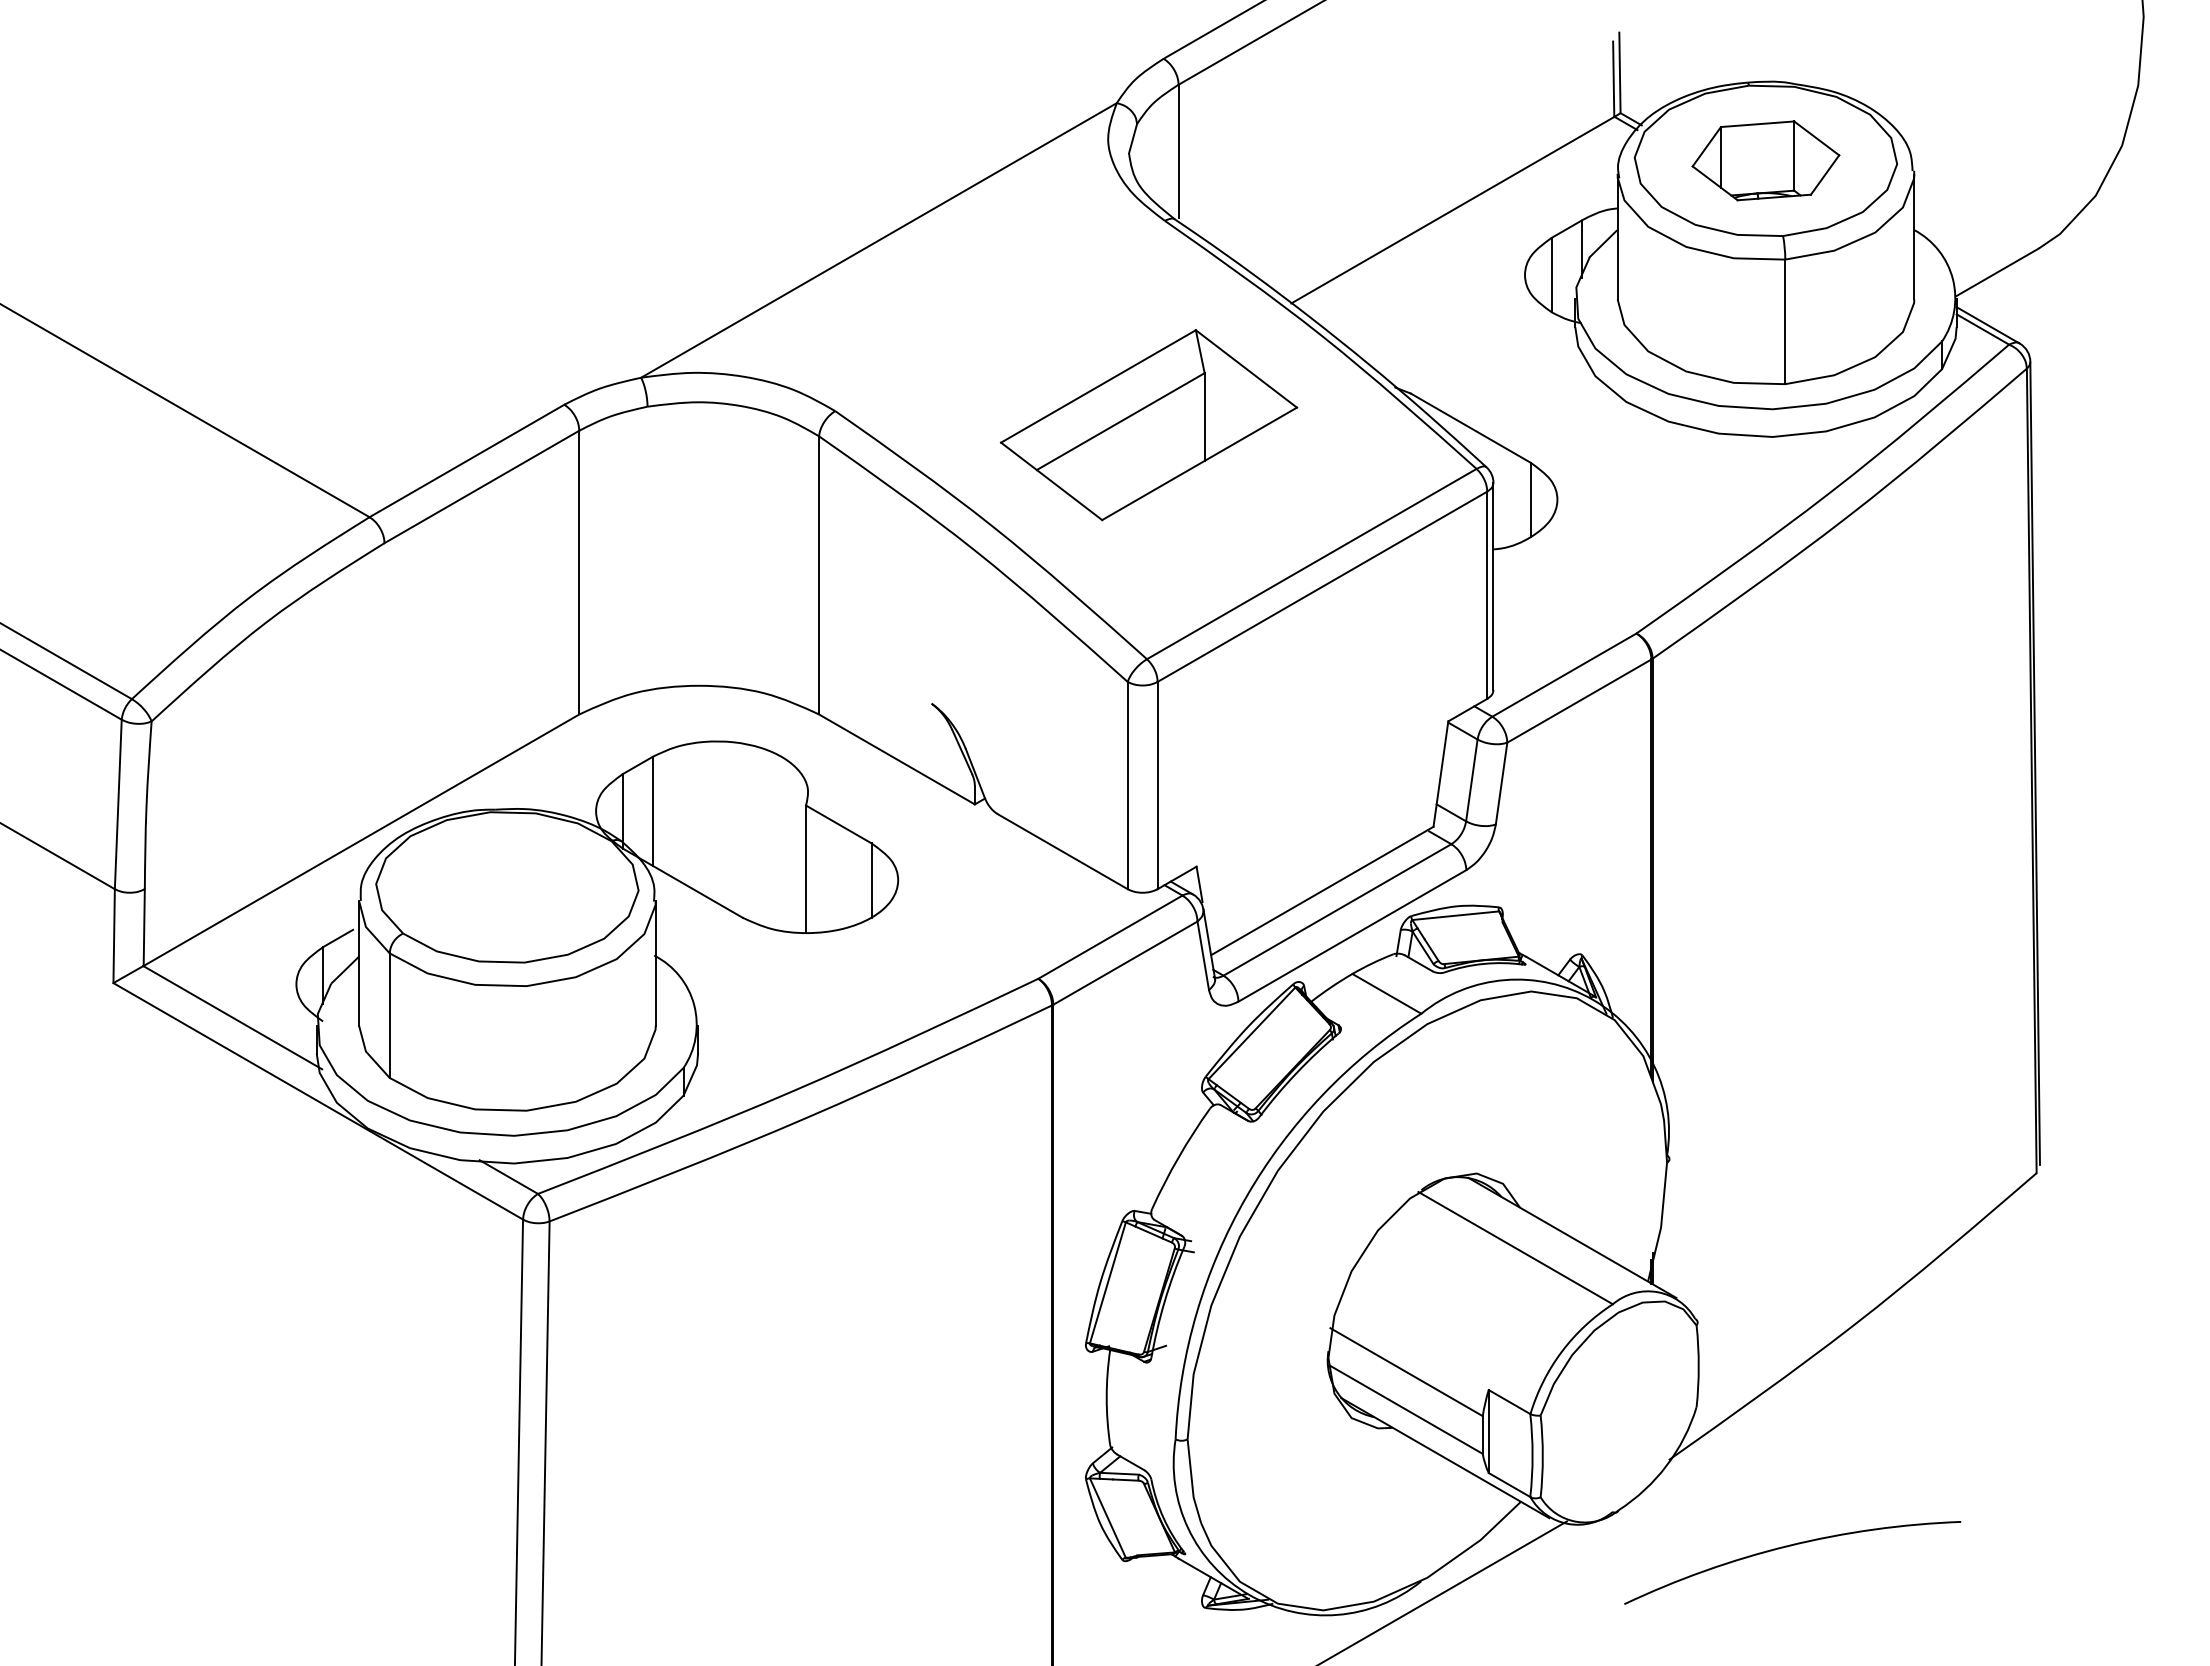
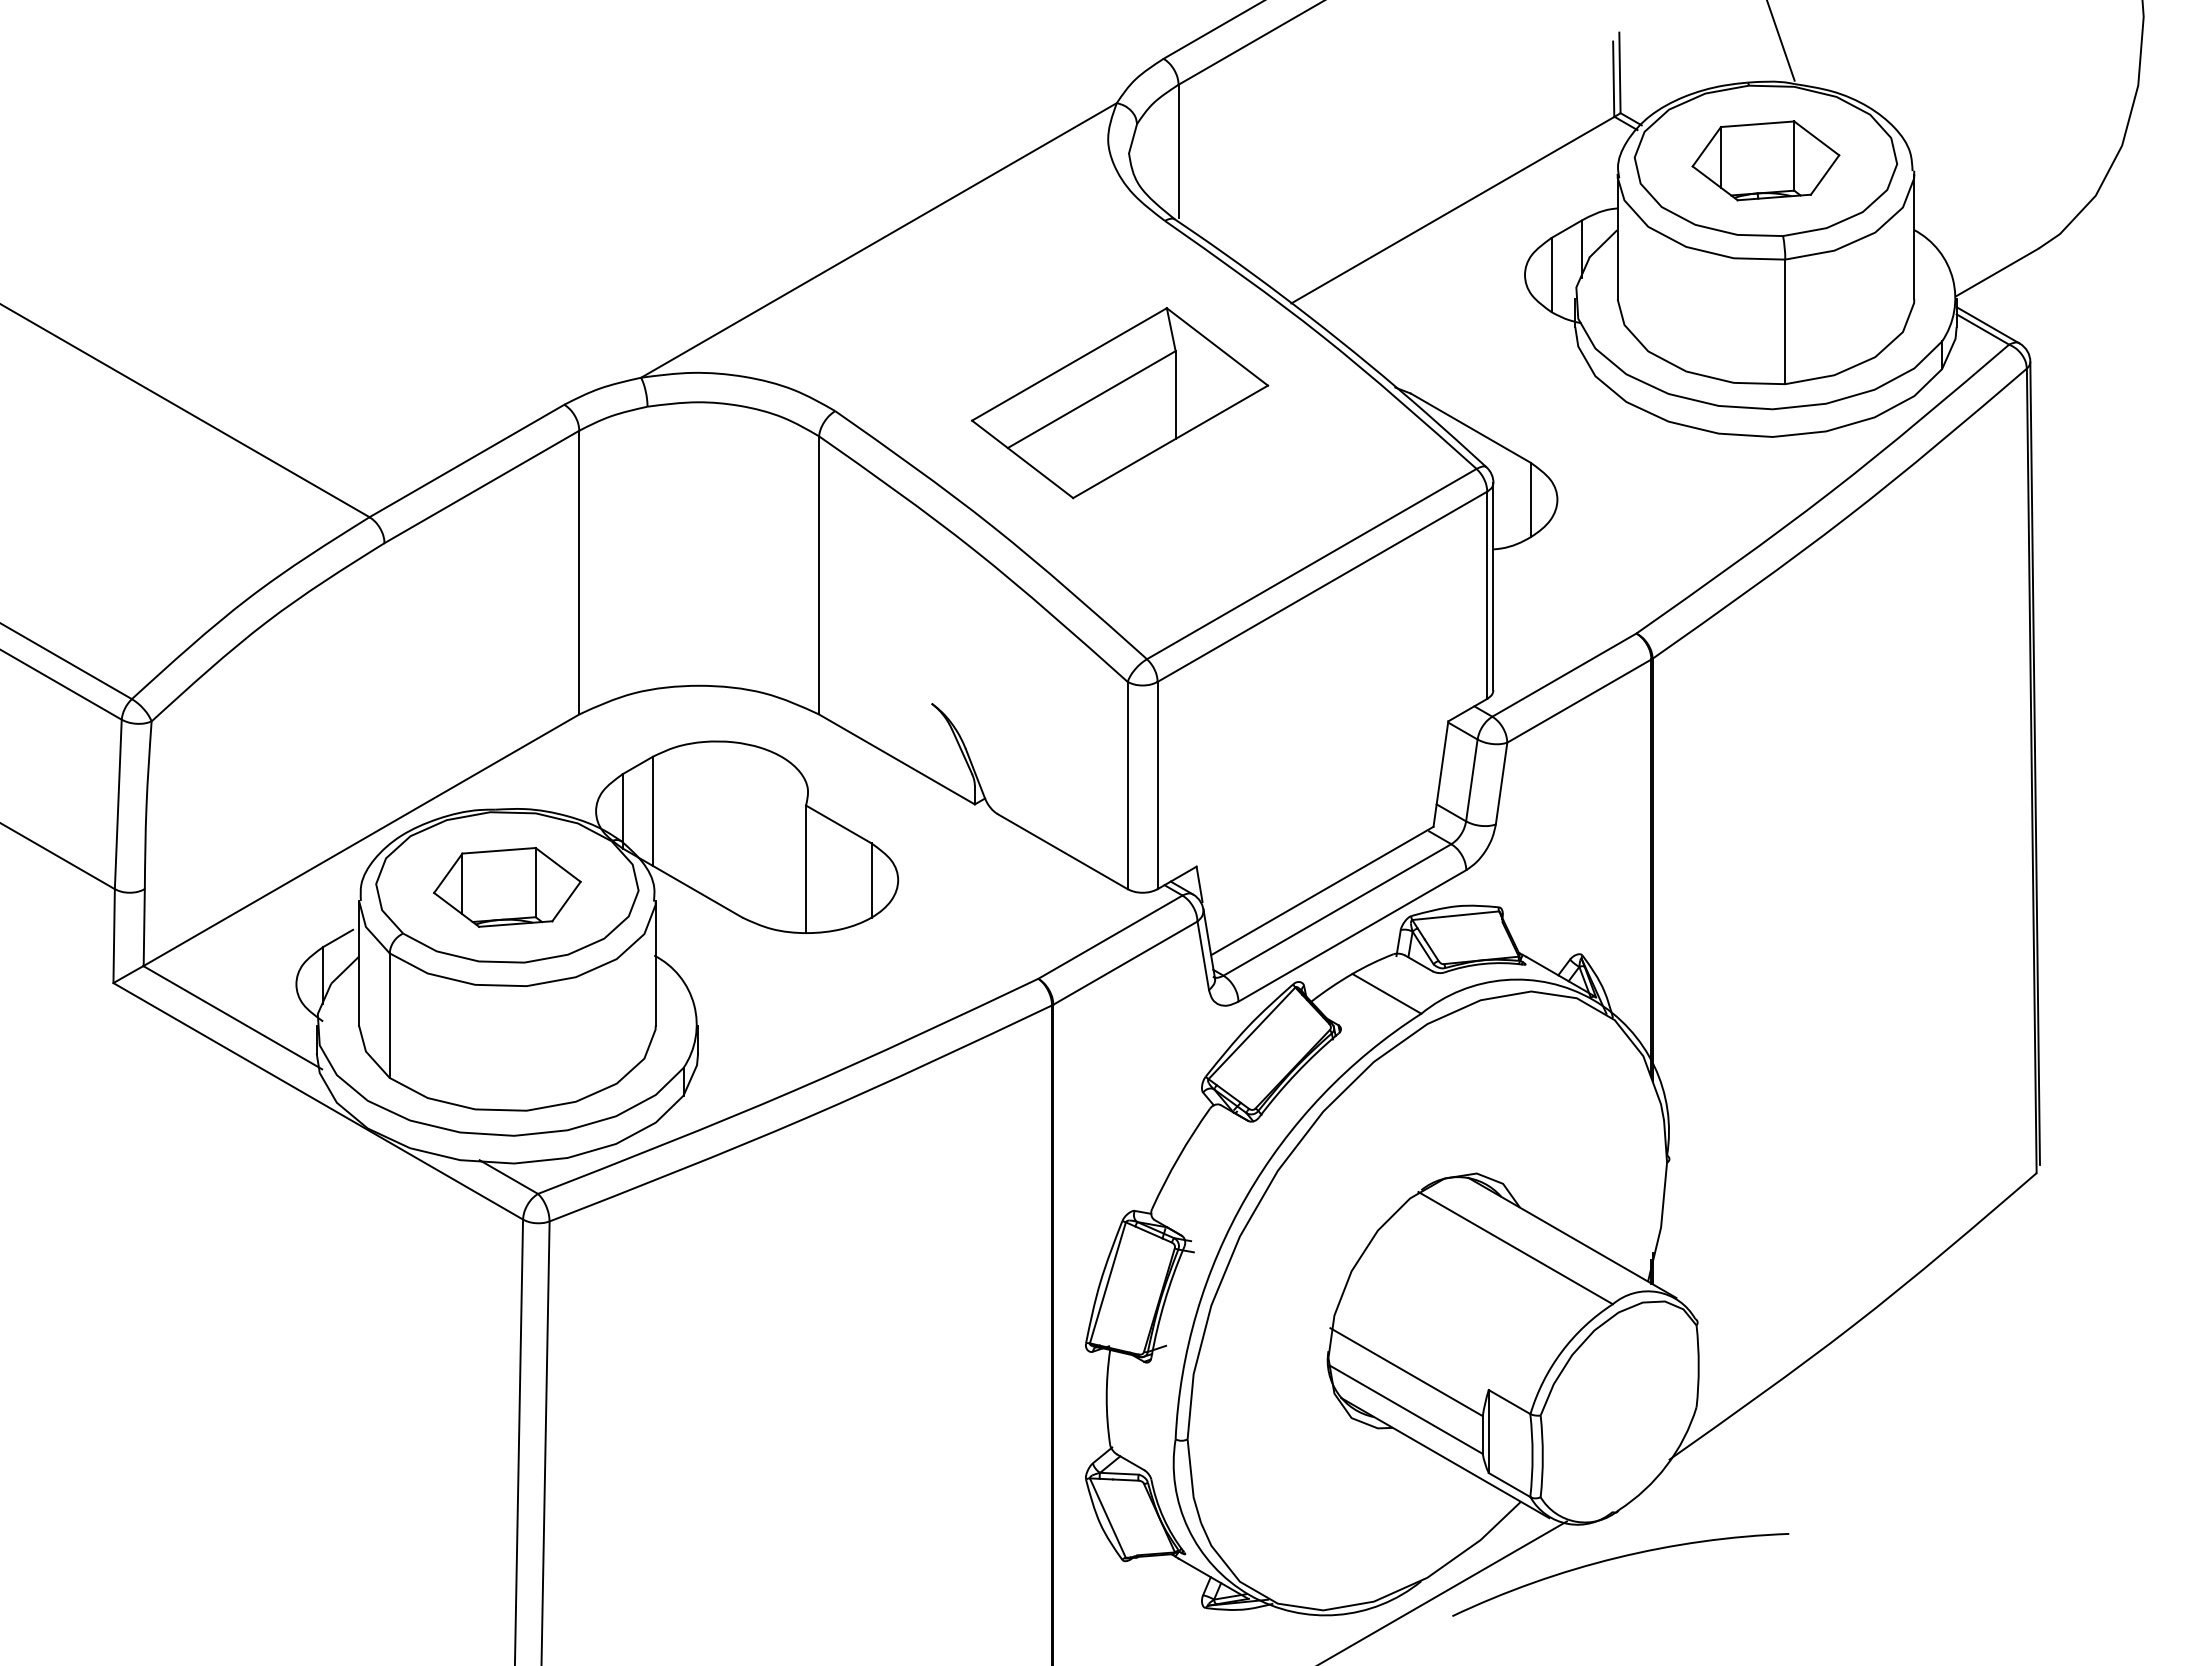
line at (1780, 41): none -> present
part at (1149, 425) position: (1149, 425) -> (1120, 403)
part at (507, 887): none -> present
arc at (1787, 1547) position: (1787, 1547) -> (1615, 1559)
